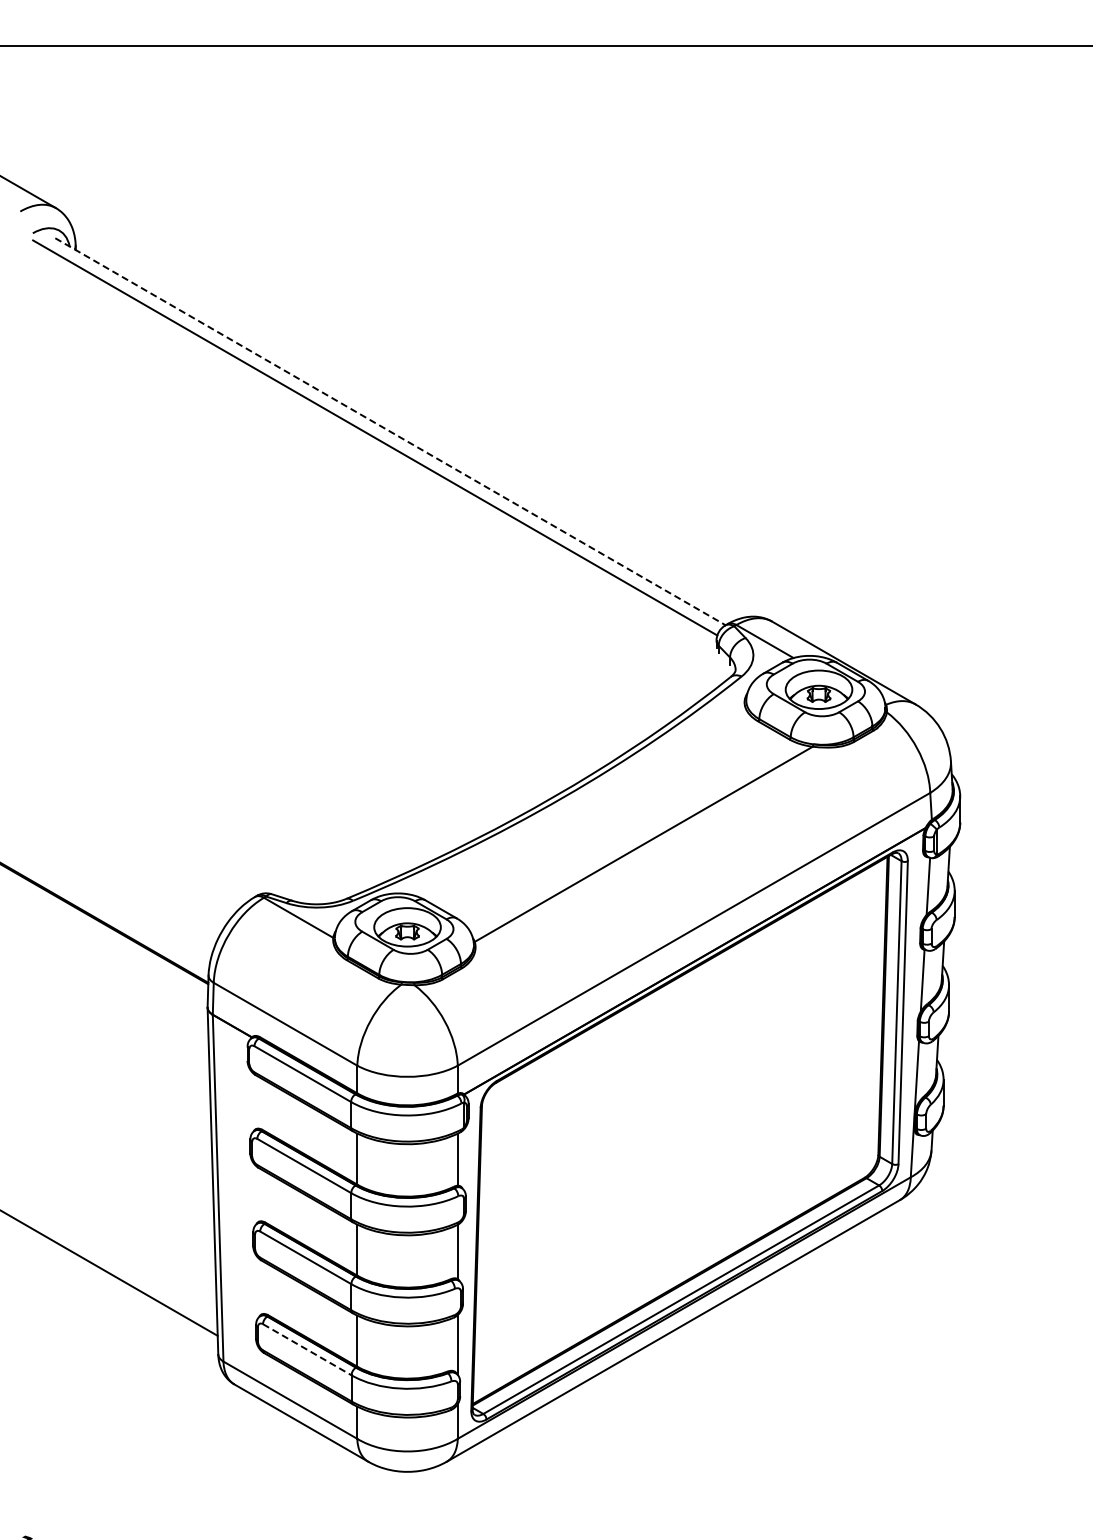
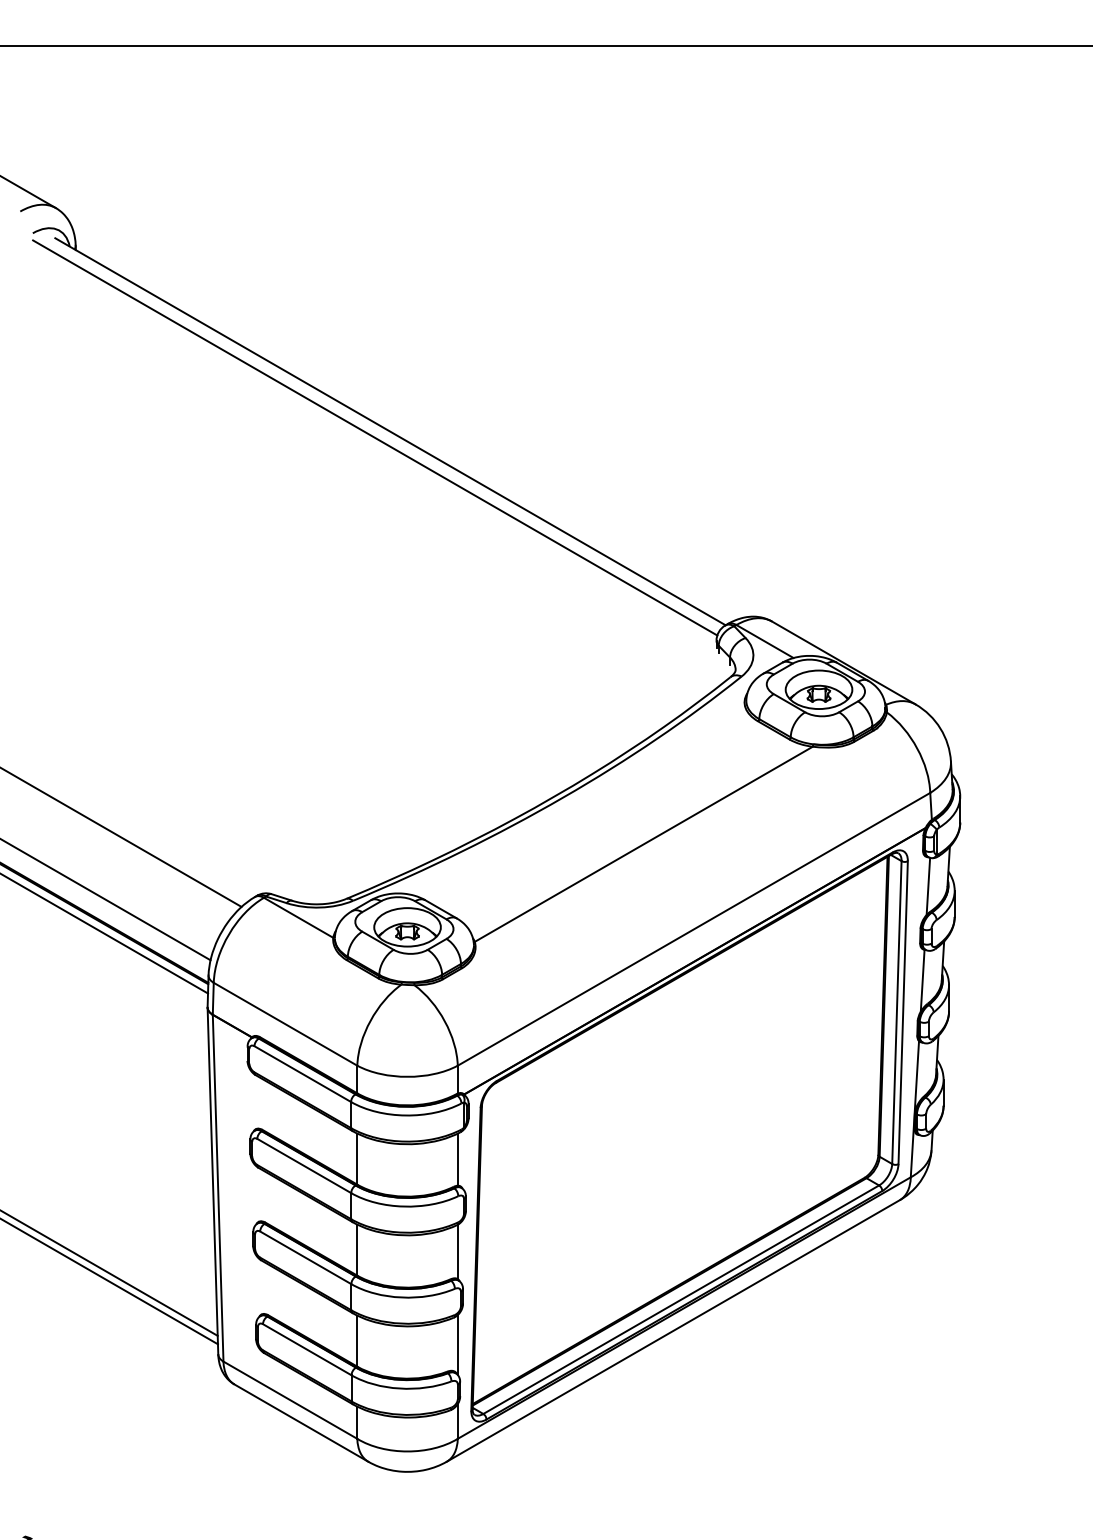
line at (390, 432): dashed -> solid
line at (121, 837): none -> present
line at (106, 900): none -> present
line at (105, 933): none -> present
line at (109, 1281): none -> present
line at (307, 1349): dashed -> solid
